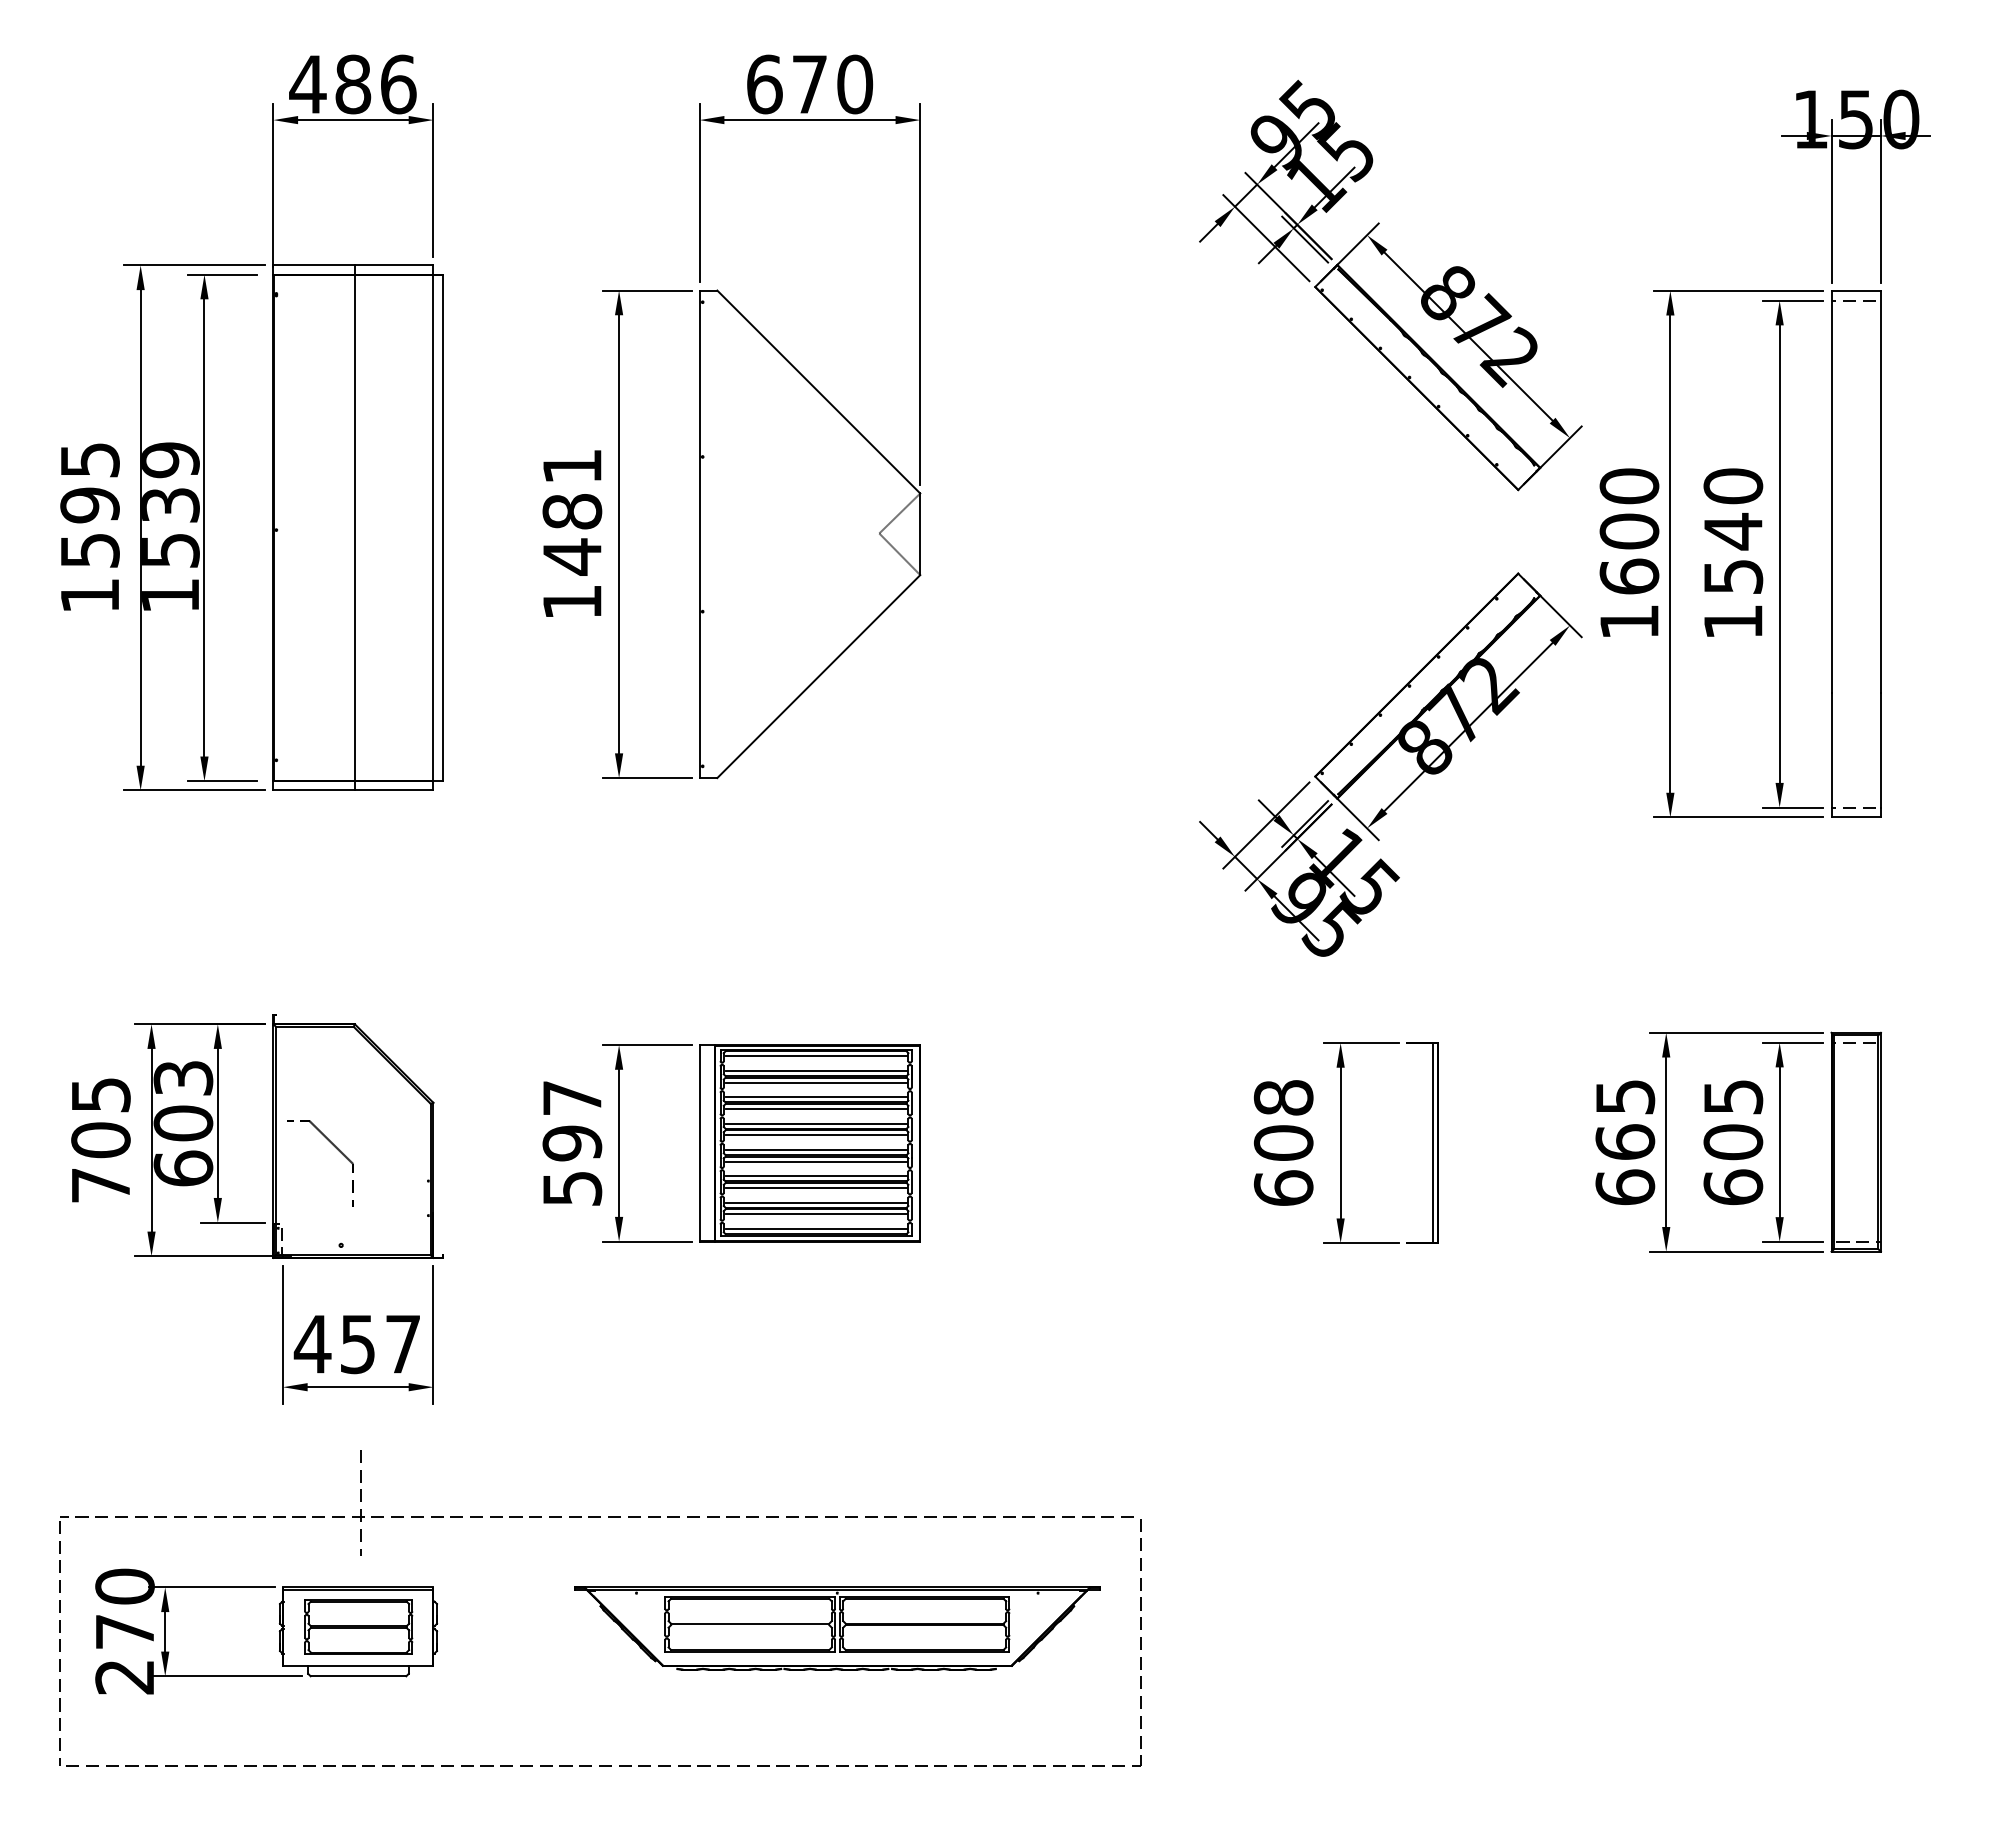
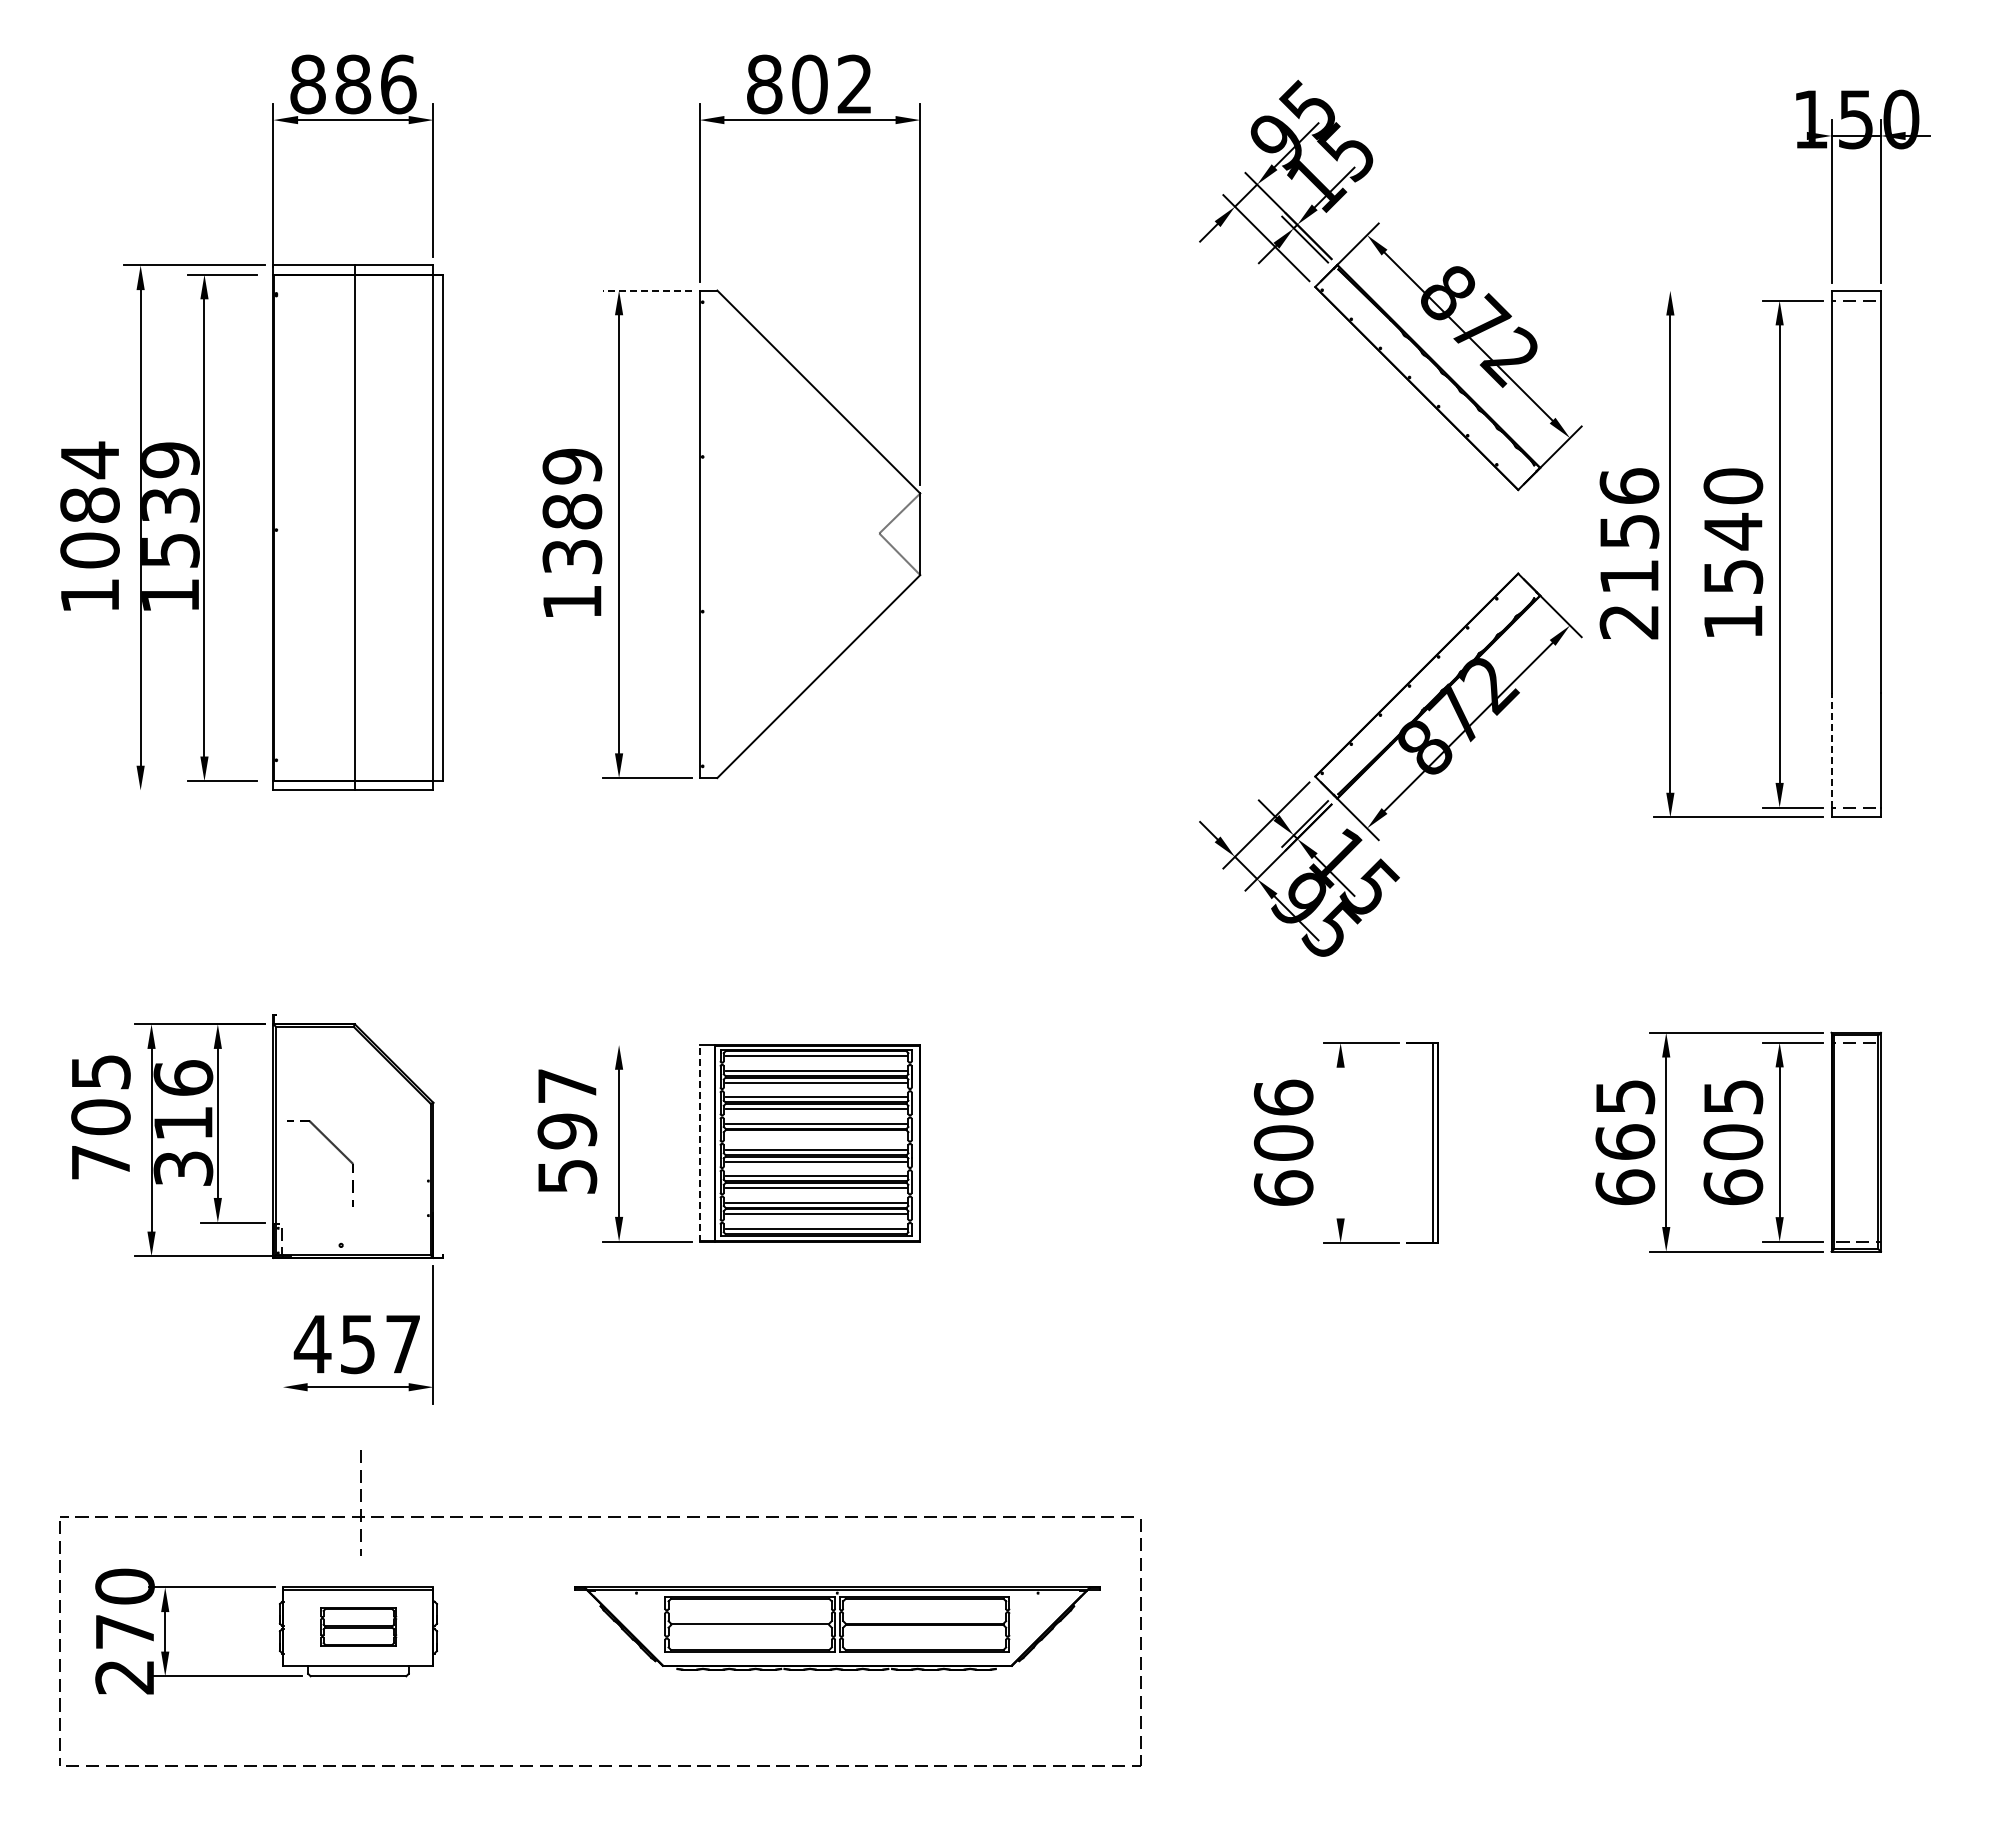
text at (307, 84): 486 -> 886
text at (810, 84): 670 -> 802
line at (1794, 135): present -> none
line at (646, 290): solid -> dashed
line at (1738, 290): present -> none
text at (89, 504): 1595 -> 1084
text at (572, 511): 1481 -> 1389
text at (1629, 553): 1600 -> 2156
line at (1831, 749): solid -> dashed
line at (194, 790): present -> none
line at (646, 1045): present -> none
text at (1283, 1097): 608 -> 606
text at (183, 1123): 603 -> 316
line at (815, 1135): present -> none
text at (100, 1140) position: (100, 1140) -> (100, 1117)
line at (699, 1142): solid -> dashed
line at (1340, 1142): present -> none
text at (572, 1143) position: (572, 1143) -> (567, 1131)
line at (282, 1334): present -> none
part at (358, 1626) size: 110x56 px -> 78x40 px
